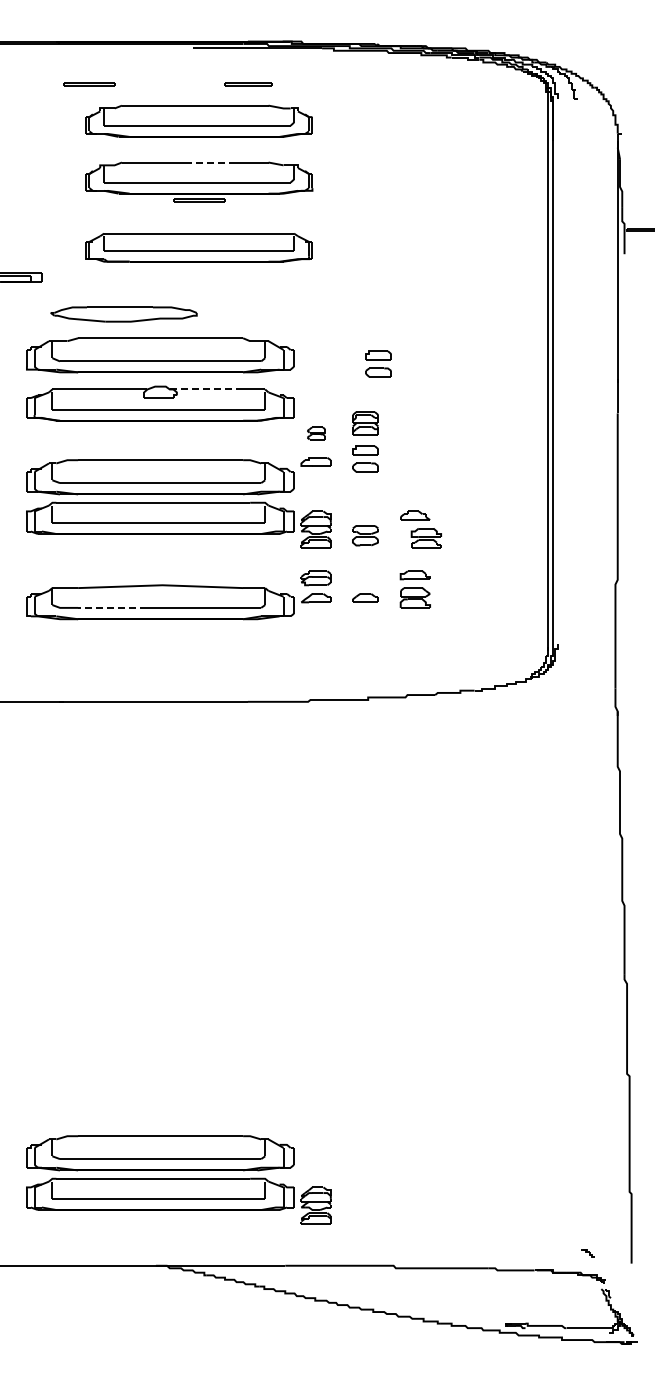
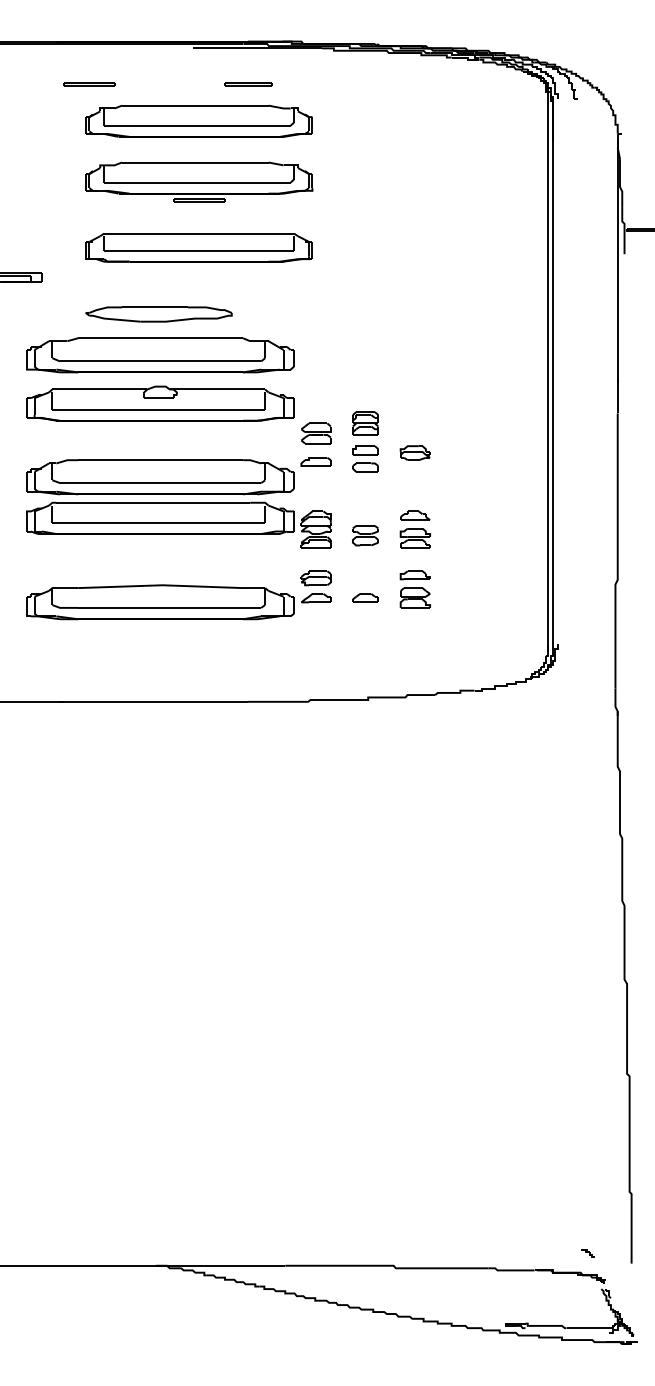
line at (210, 162): dashed -> solid
part at (123, 314) position: (123, 314) -> (158, 314)
part at (378, 363): present -> none
line at (206, 389): dashed -> solid
part at (316, 433) size: 19x15 px -> 31x23 px
part at (414, 452): none -> present
part at (425, 538) position: (425, 538) -> (414, 538)
line at (112, 607): dashed -> solid
part at (178, 1179): present -> none
